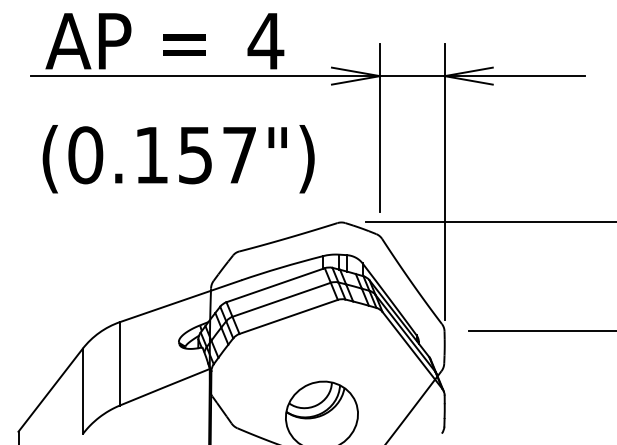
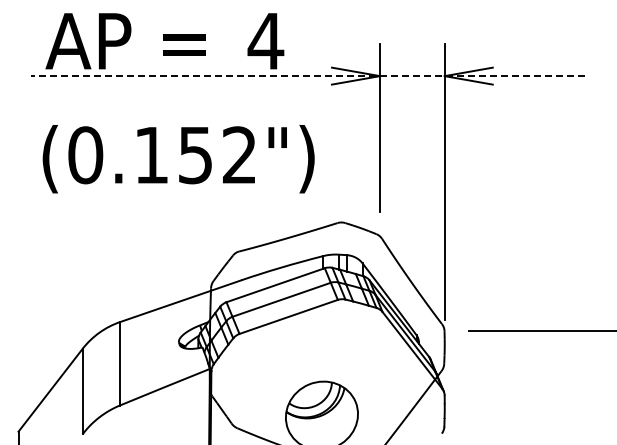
line at (307, 76): solid -> dashed
text at (239, 154): (0.157") -> (0.152")
line at (489, 222): present -> none
